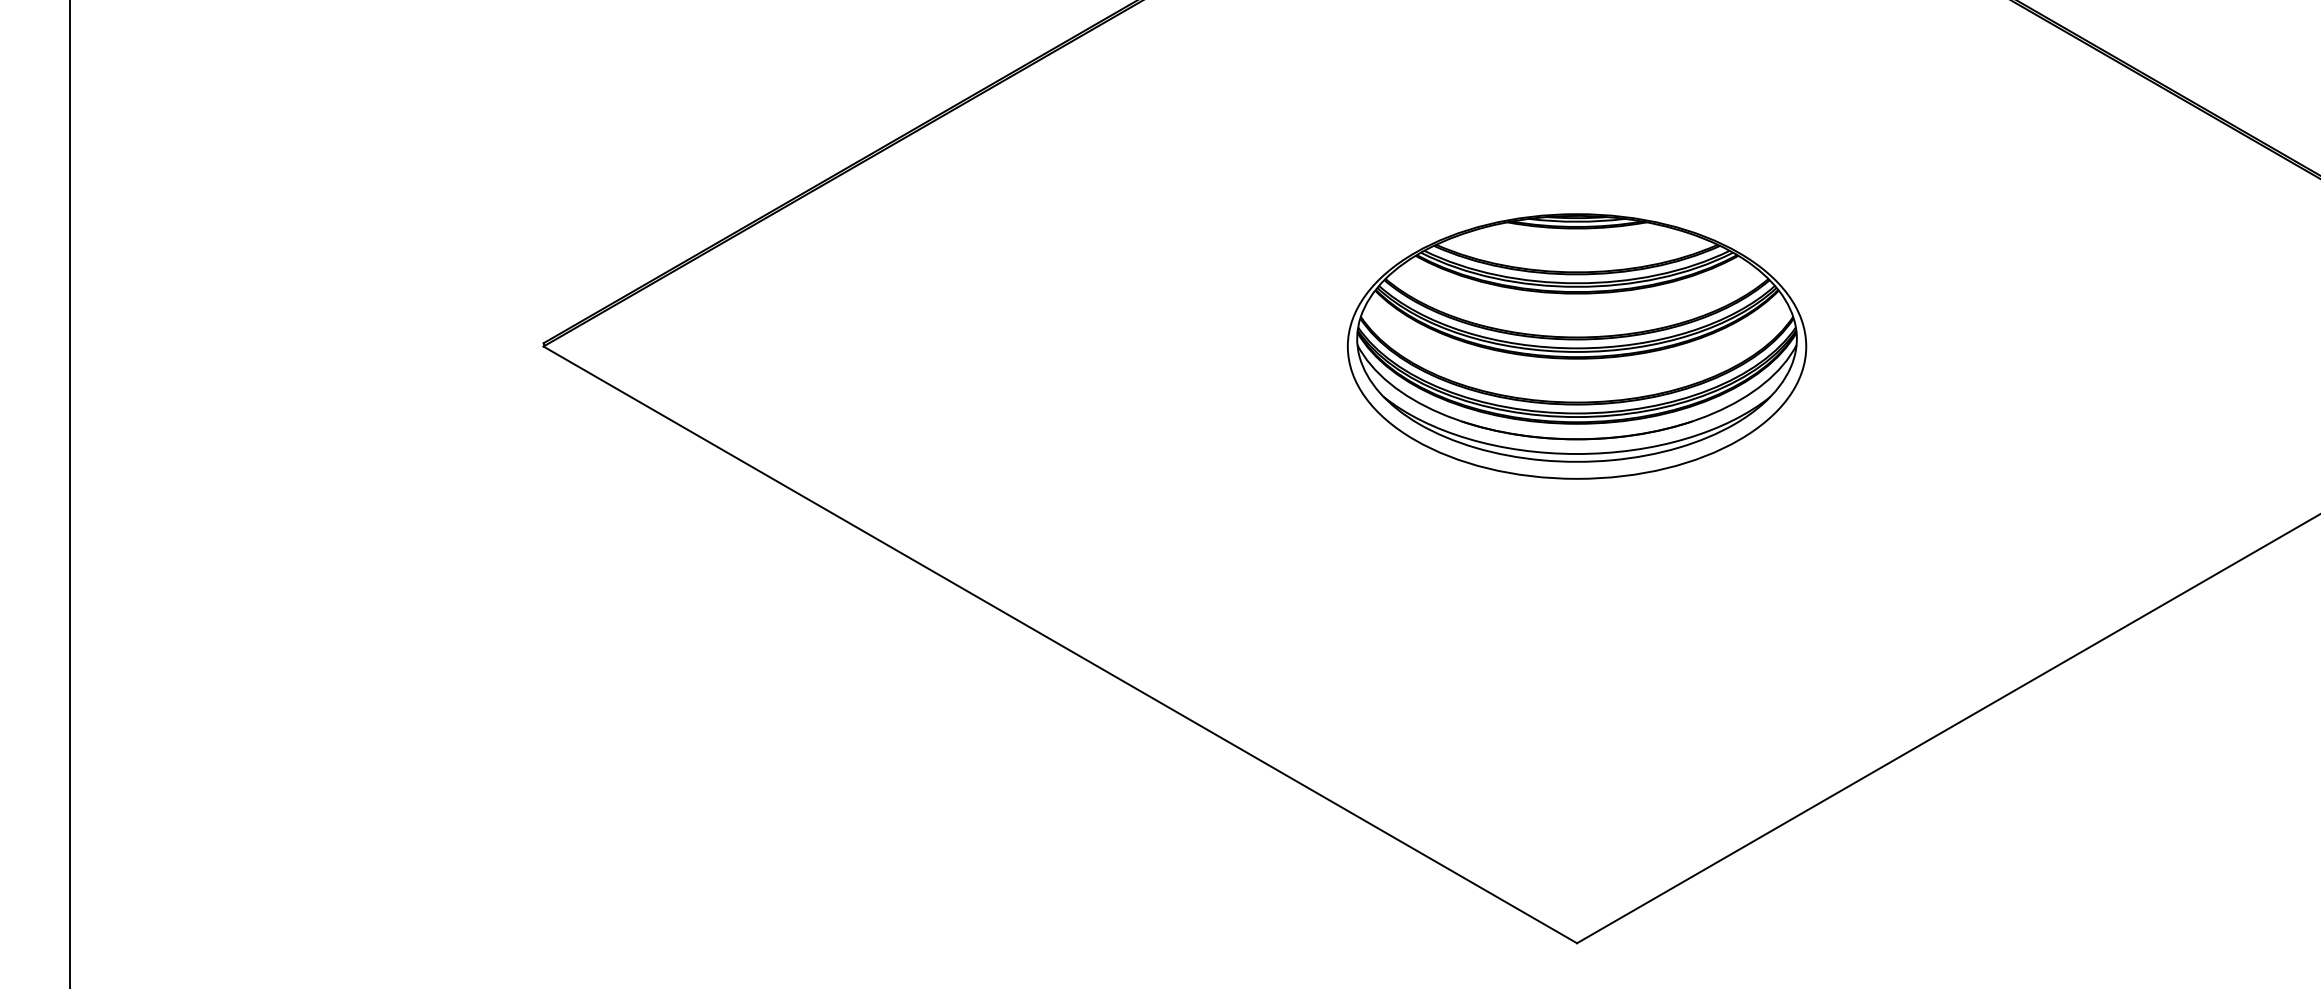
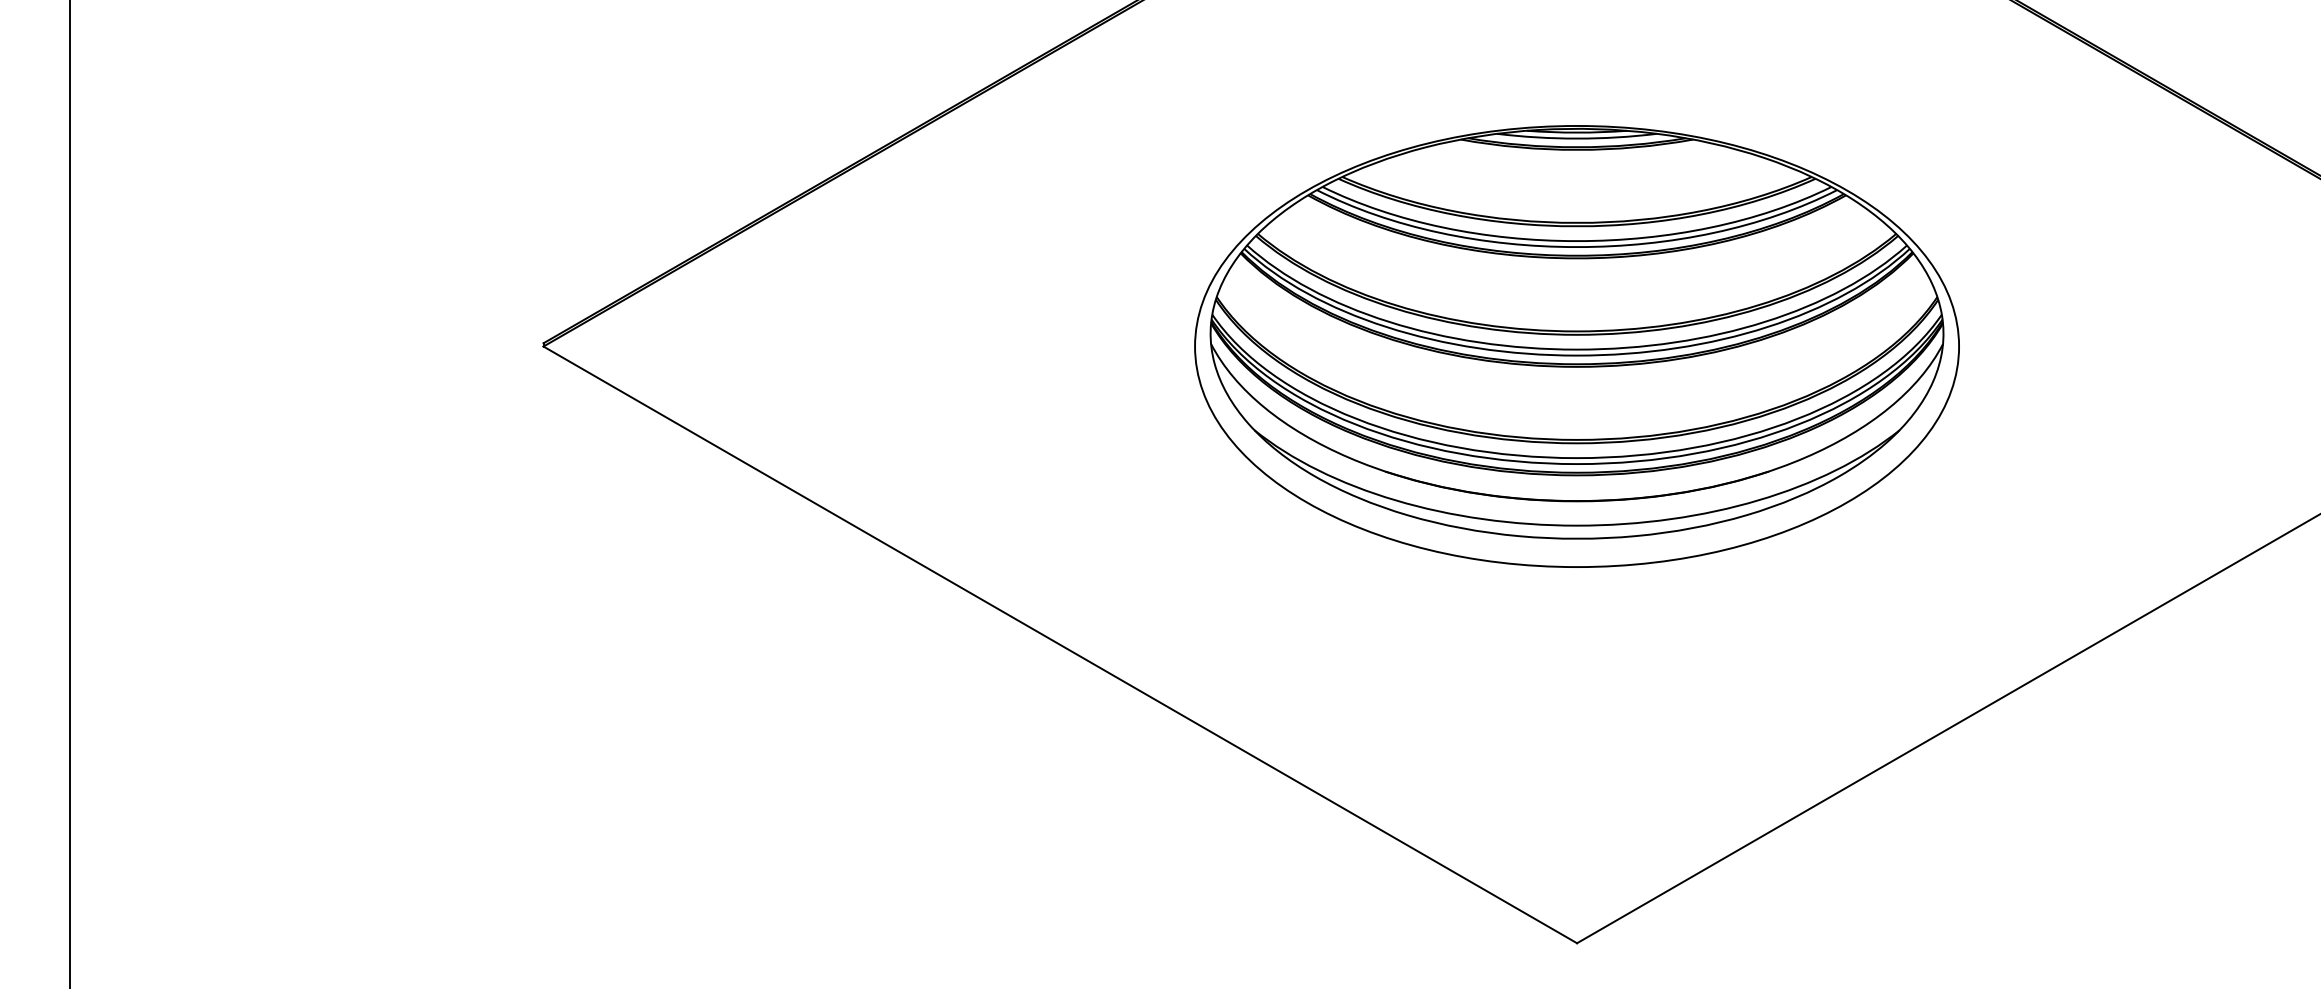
part at (1577, 346) size: 461x267 px -> 766x443 px
